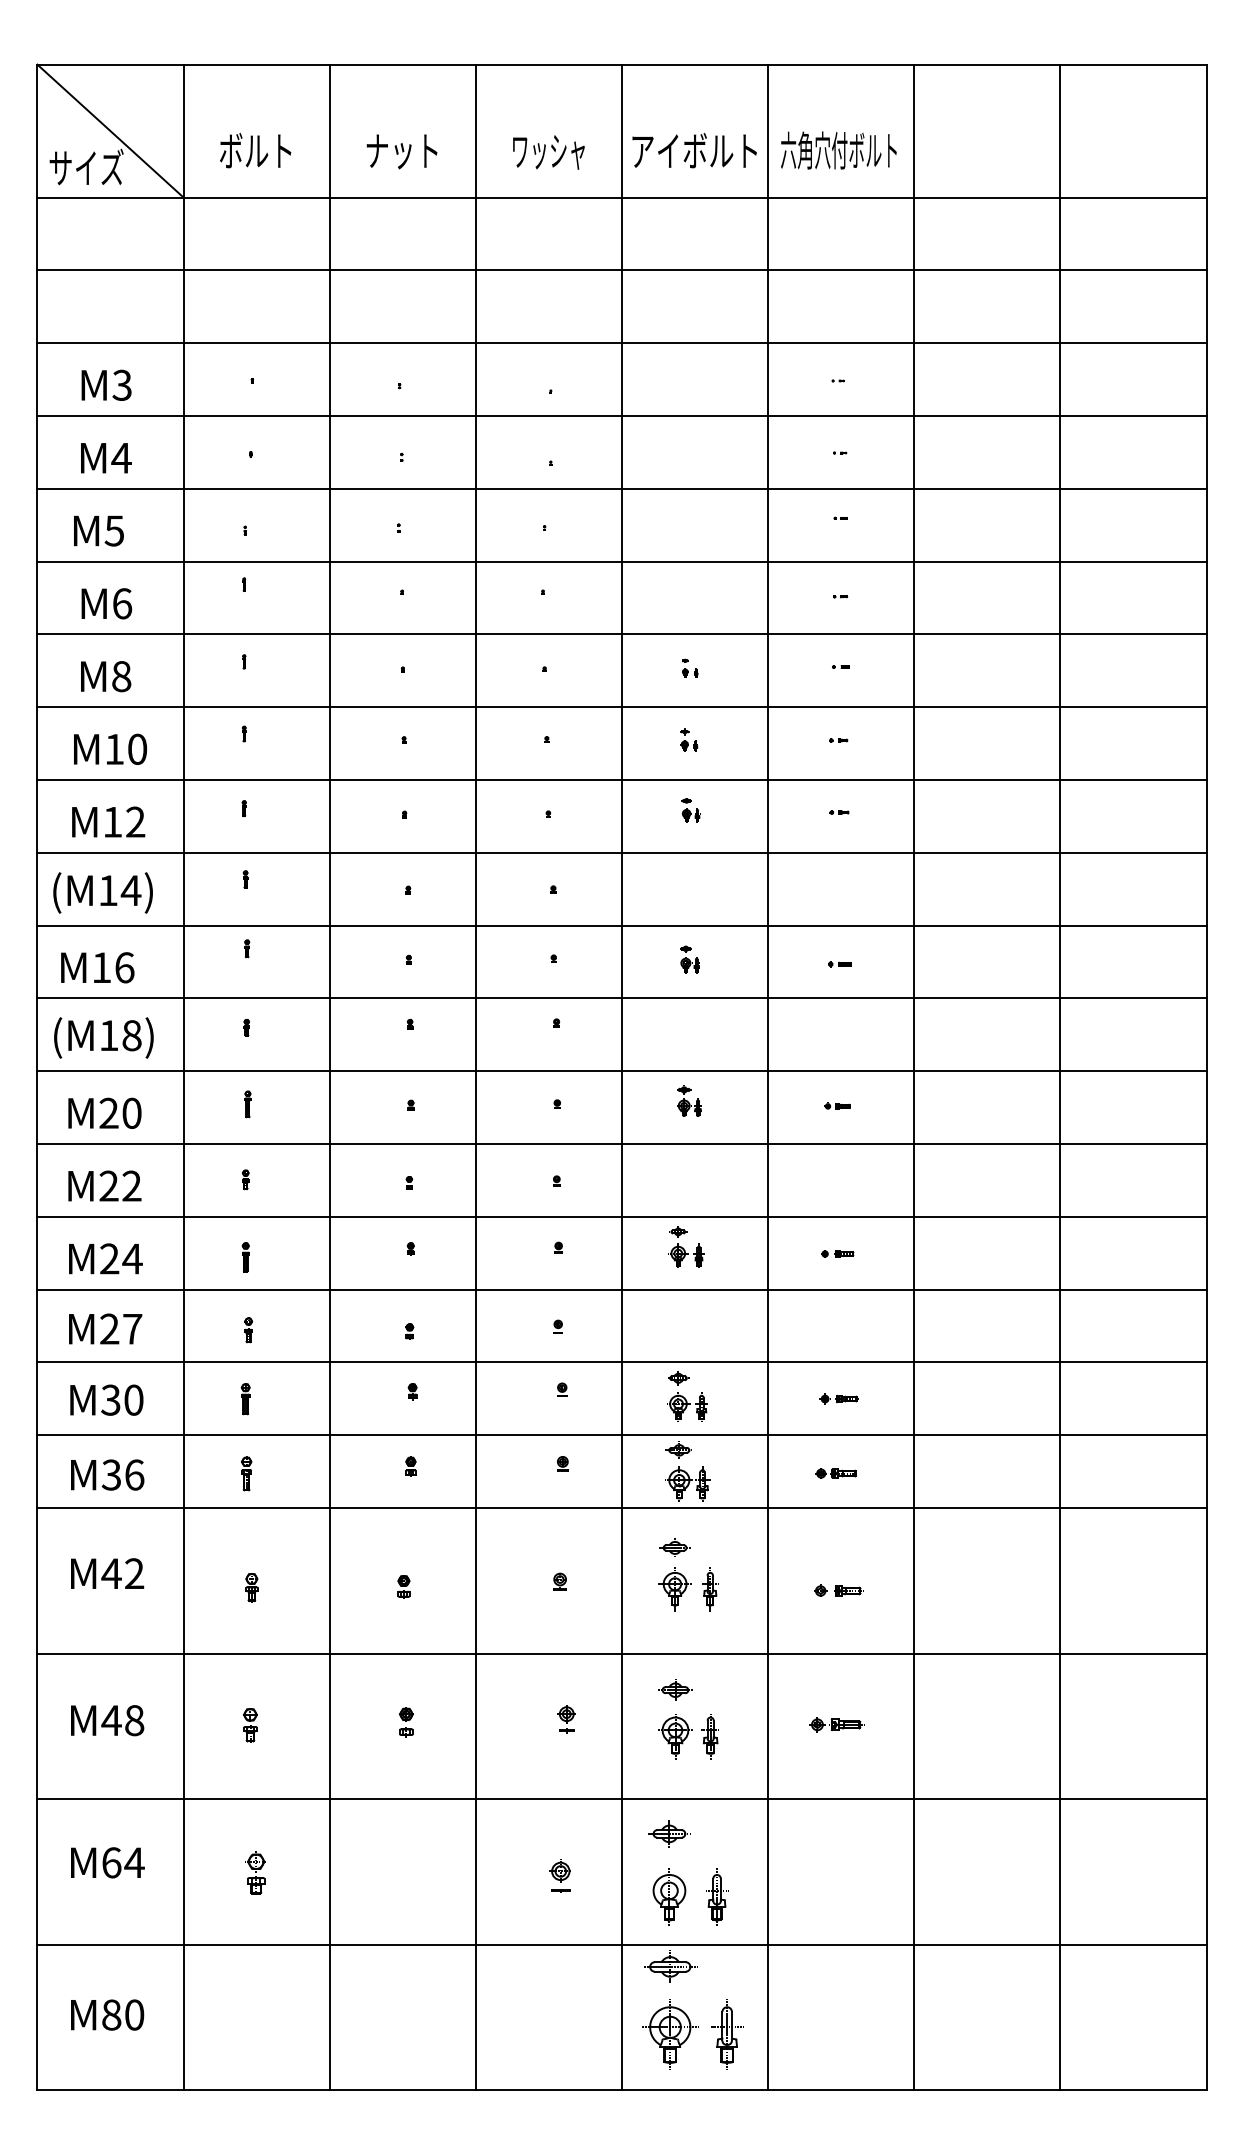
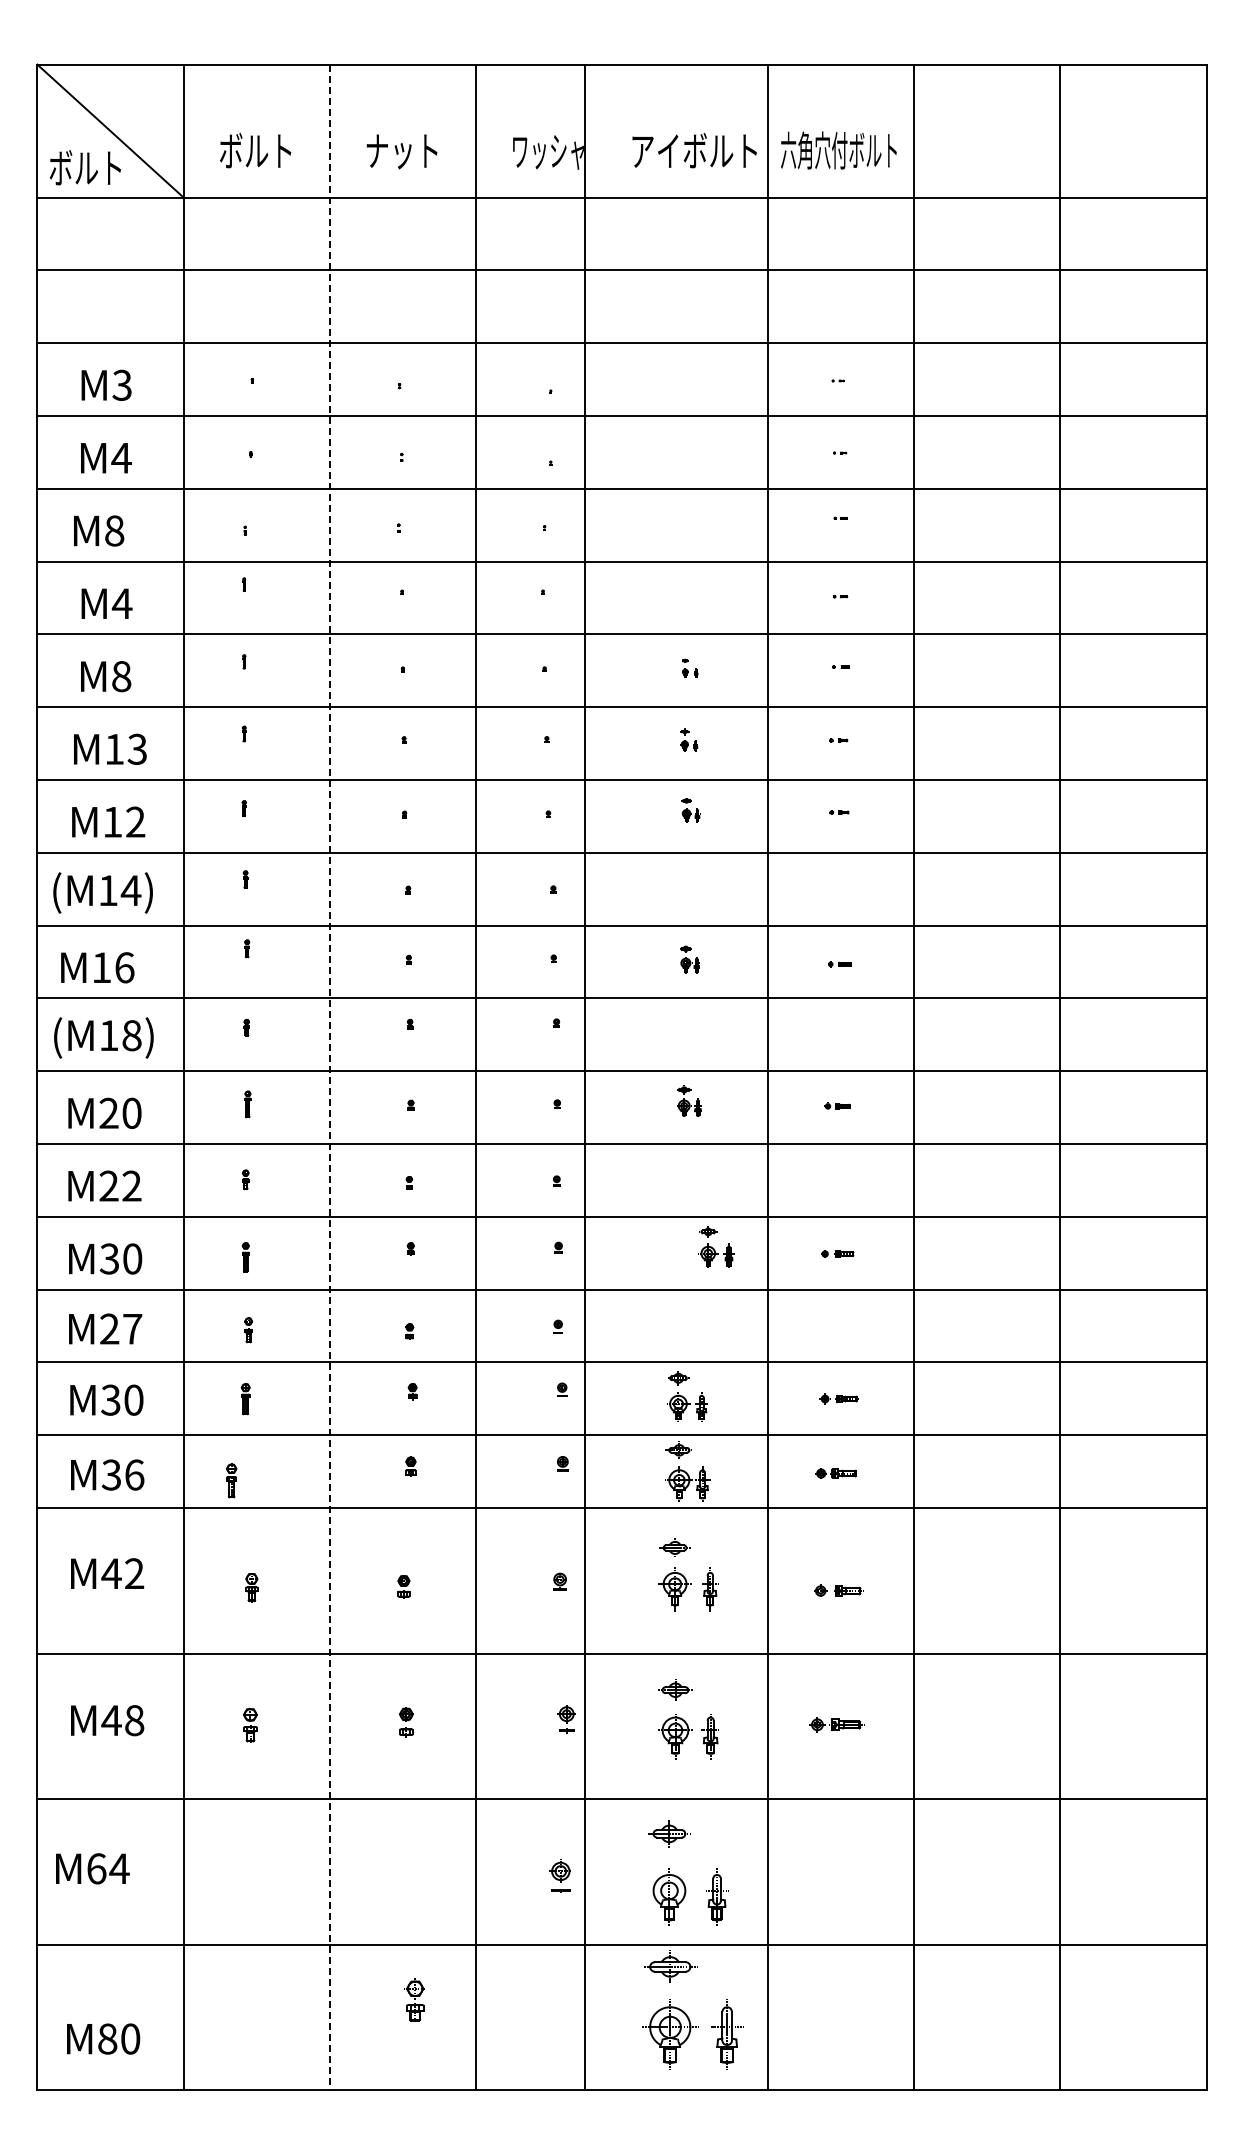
text at (86, 166): サイズ -> ボルト
text at (114, 530): M5 -> M8
text at (121, 603): M6 -> M4
text at (137, 748): M10 -> M13
line at (329, 1077): solid -> dashed
line at (622, 1077) position: (622, 1077) -> (585, 1077)
part at (686, 1246) position: (686, 1246) -> (716, 1246)
text at (120, 1258): M24 -> M30
part at (246, 1473) position: (246, 1473) -> (231, 1480)
text at (107, 1862) position: (107, 1862) -> (92, 1868)
part at (255, 1872) position: (255, 1872) -> (414, 1999)
text at (107, 2014) position: (107, 2014) -> (103, 2038)
